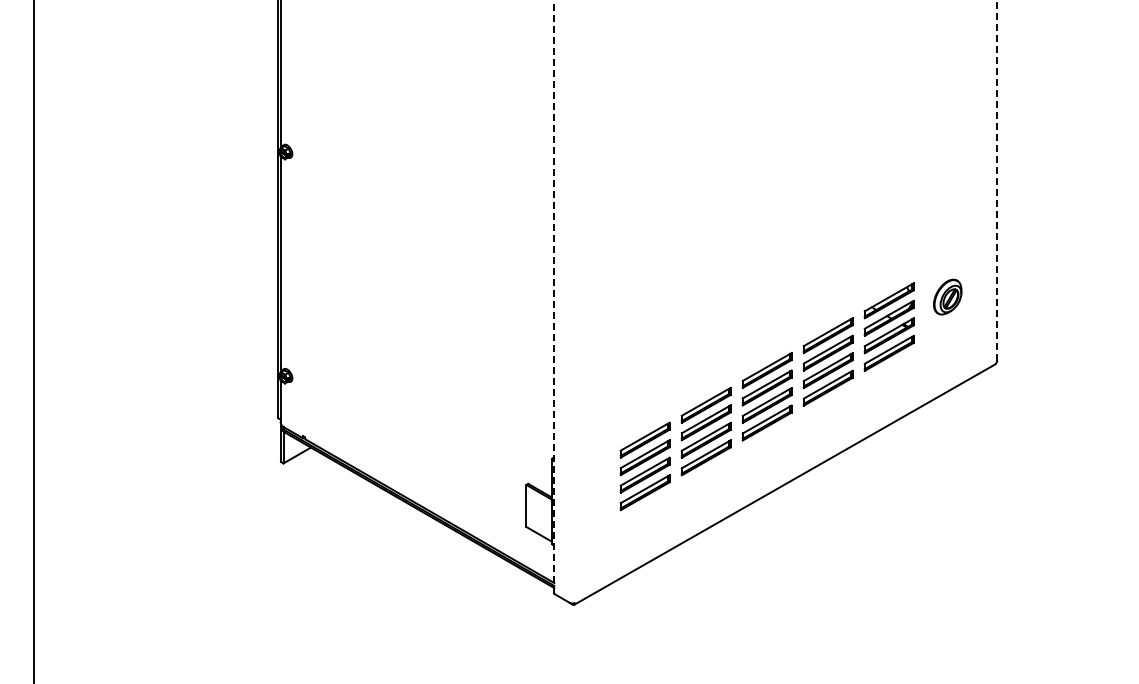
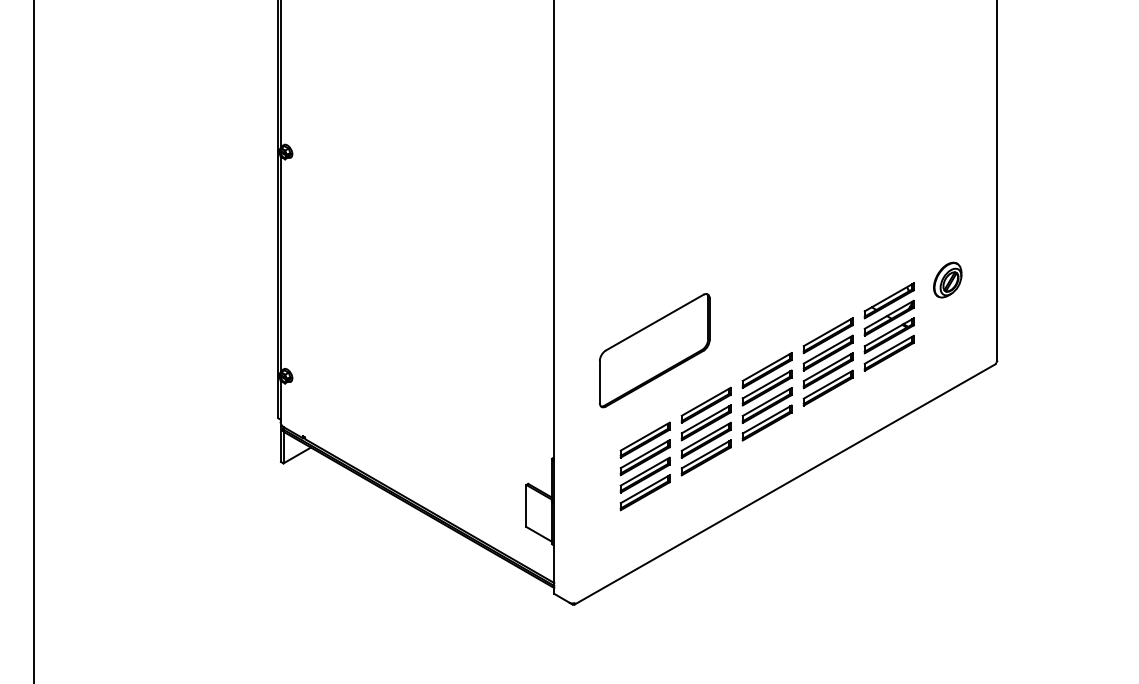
line at (997, 180): dashed -> solid
line at (554, 296): dashed -> solid
part at (947, 296) position: (947, 296) -> (947, 279)
part at (654, 350): none -> present
